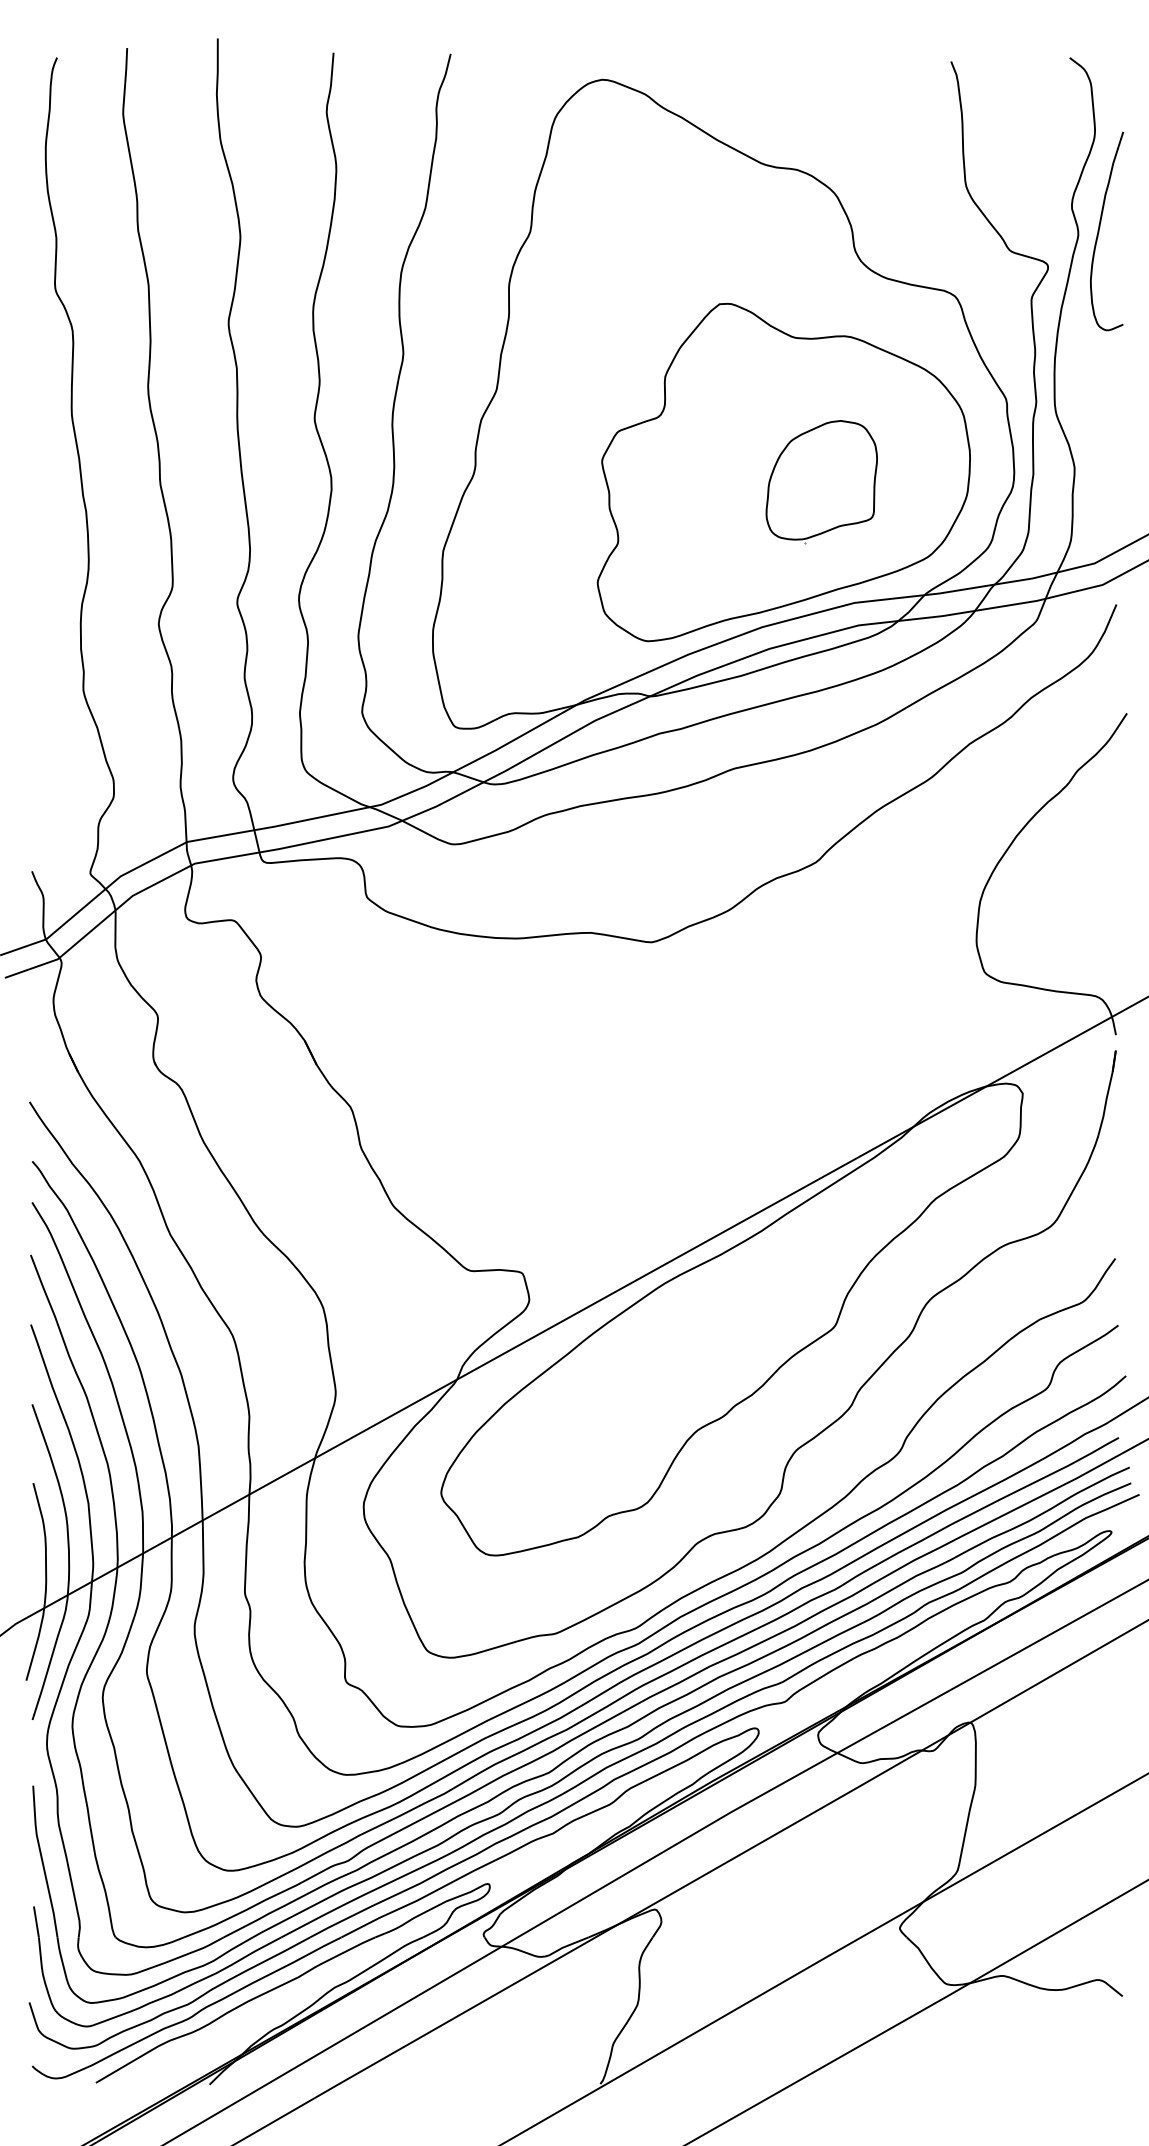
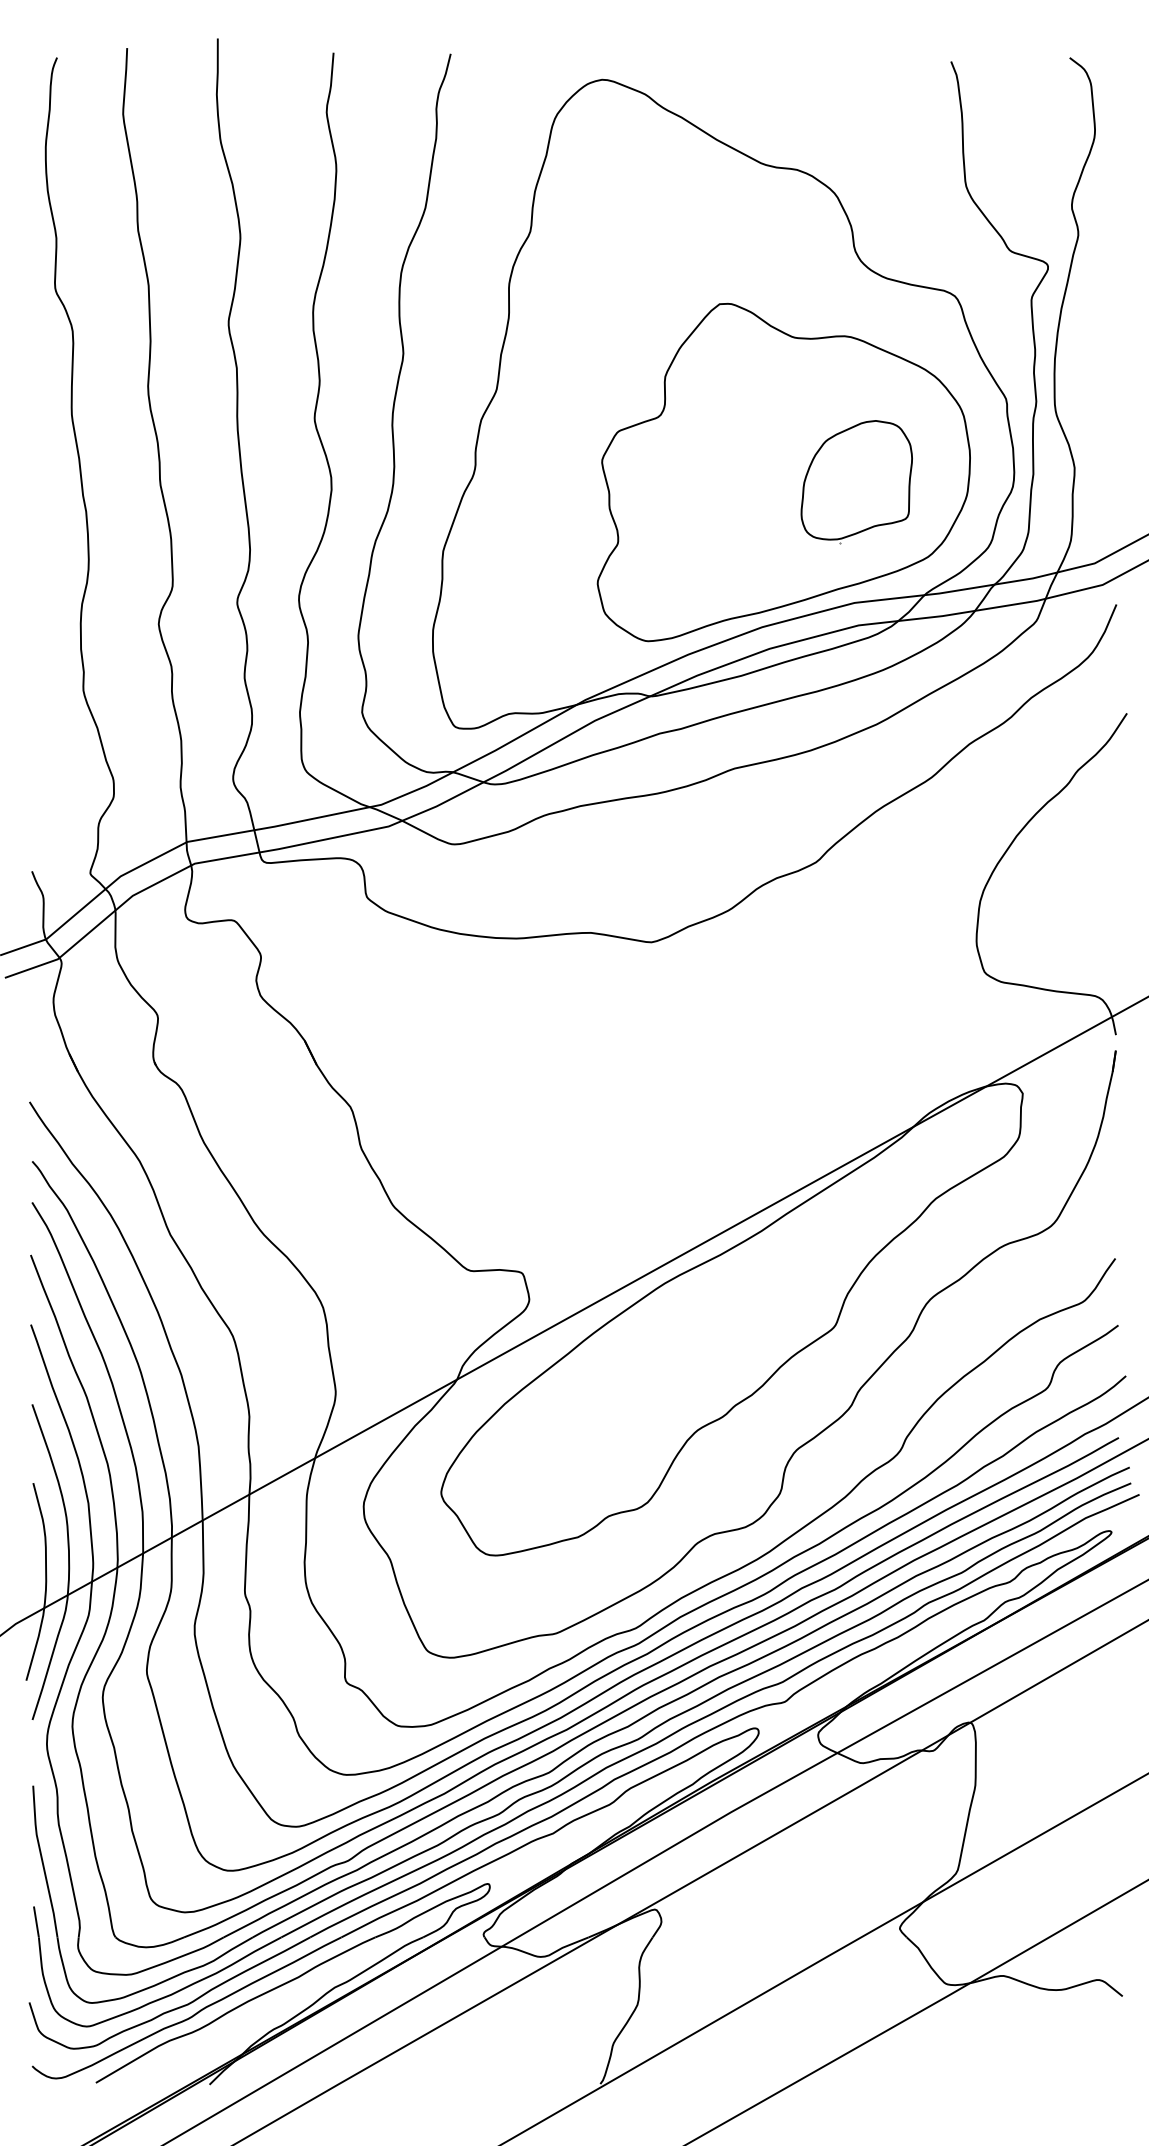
curve at (1099, 231): present -> none
part at (821, 482) position: (821, 482) -> (856, 482)
